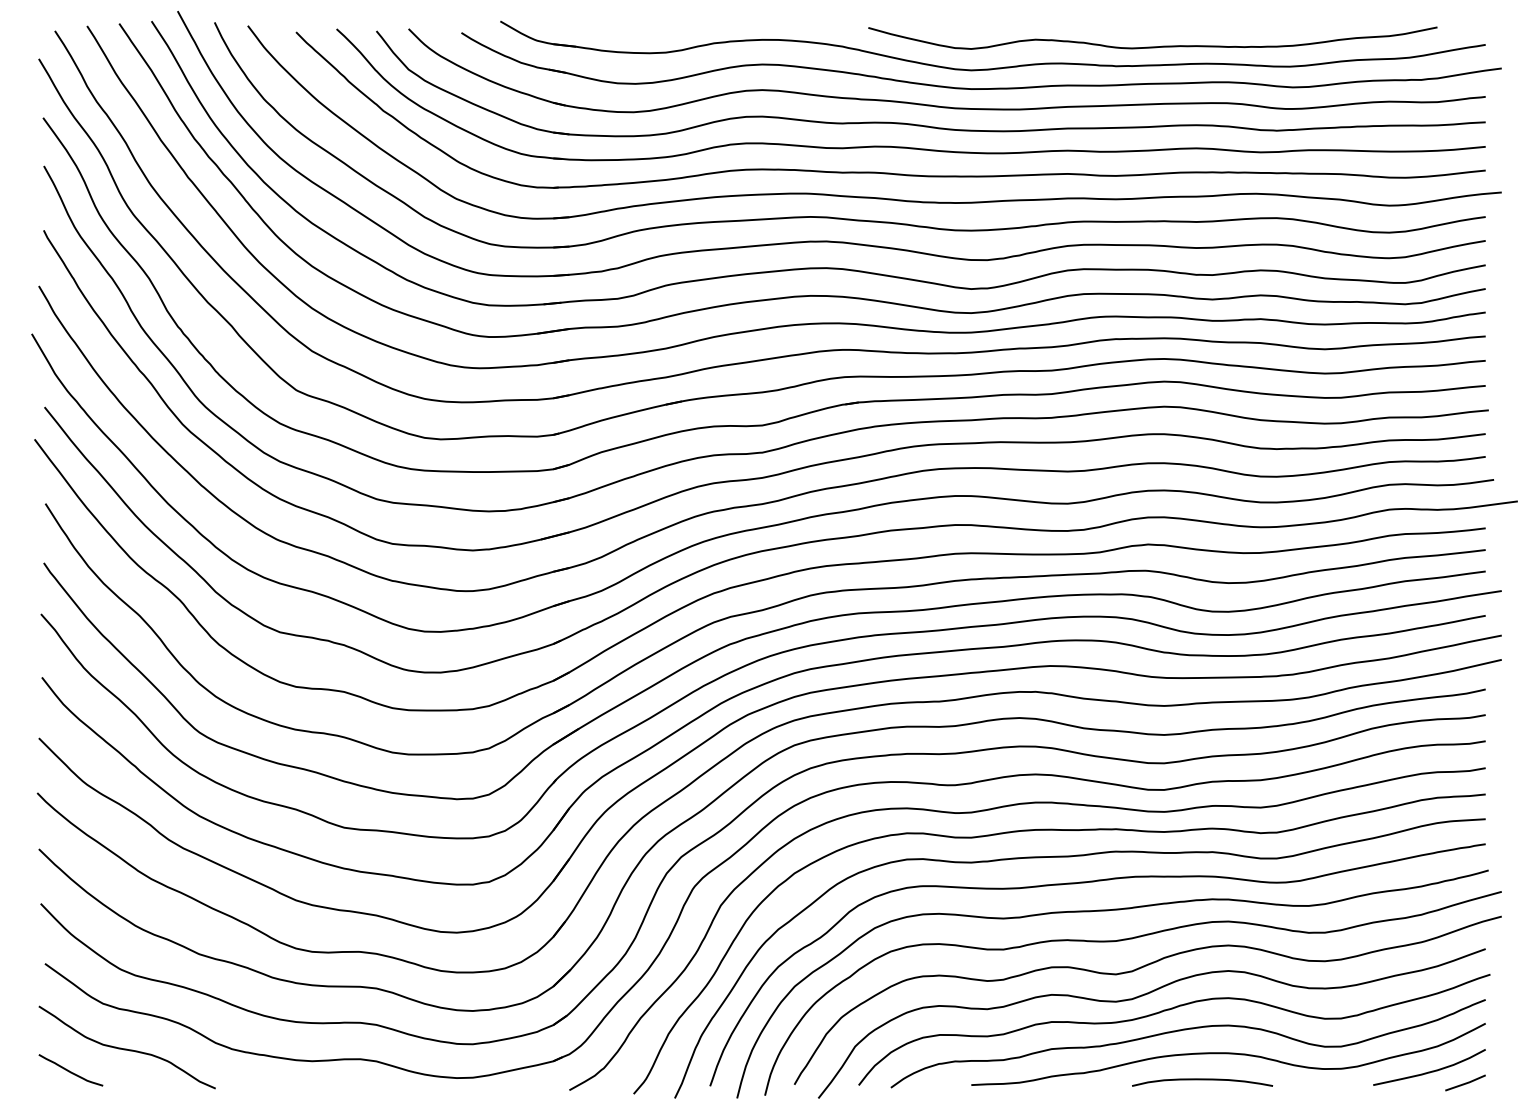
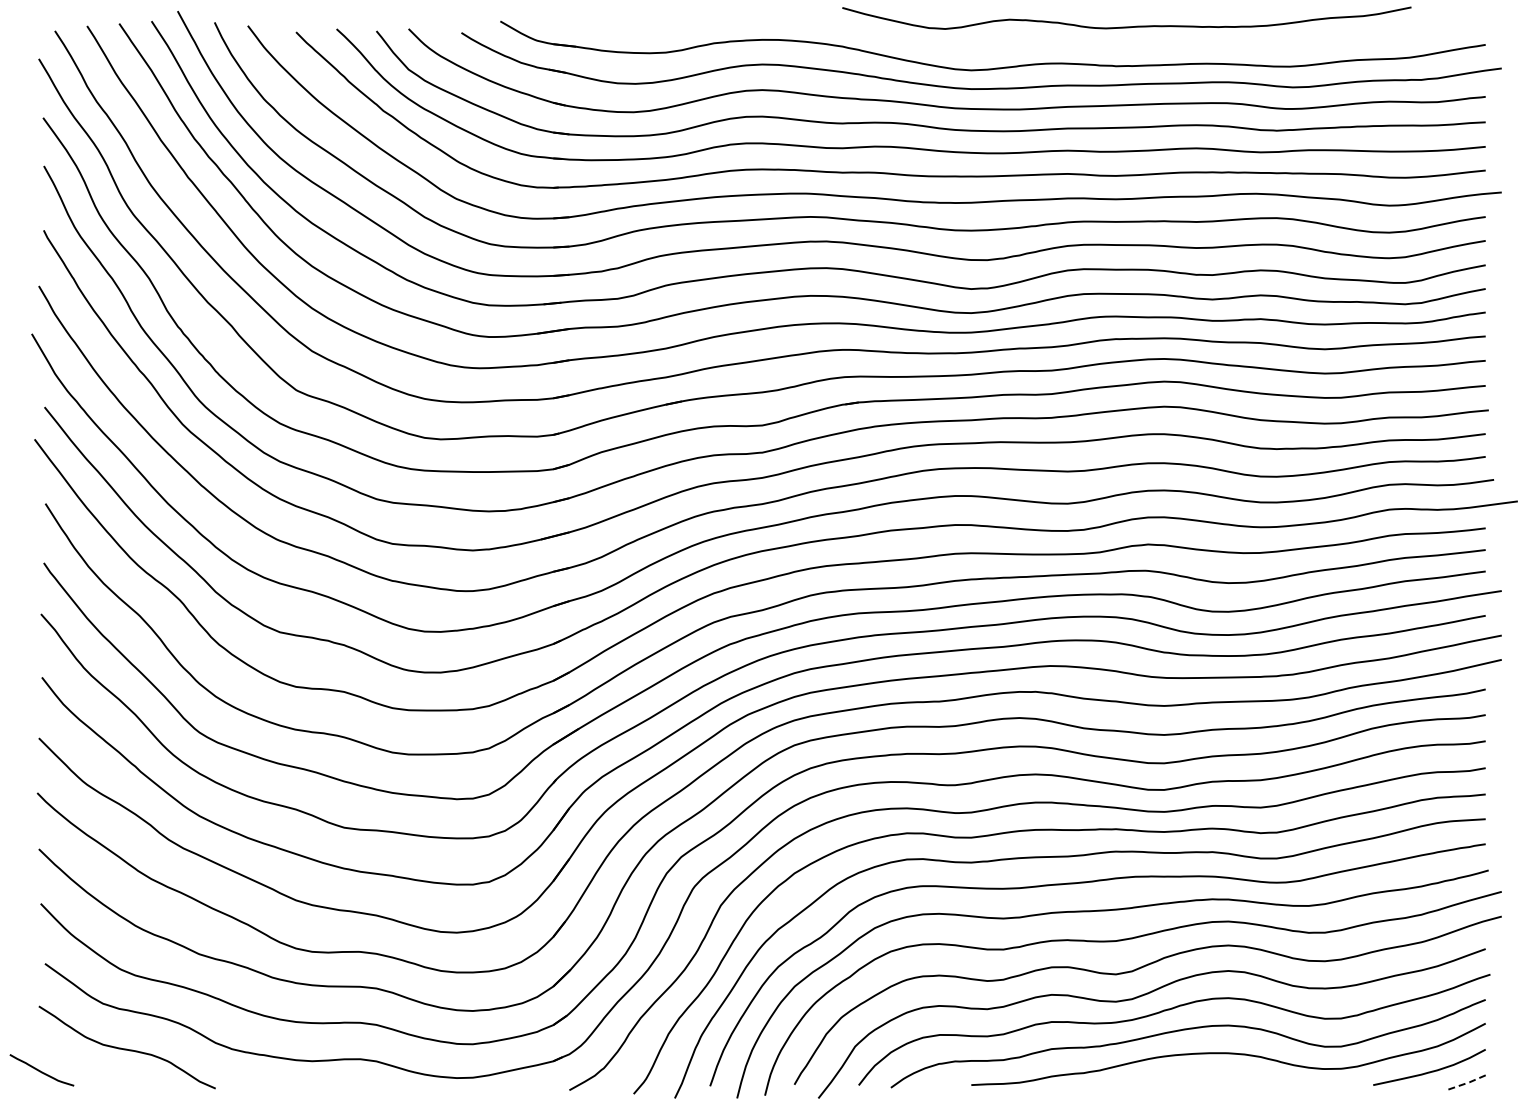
curve at (1152, 46) position: (1152, 46) -> (1126, 26)
curve at (69, 1070) position: (69, 1070) -> (40, 1070)
curve at (1202, 1080): present -> none
line at (1465, 1083): solid -> dashed
